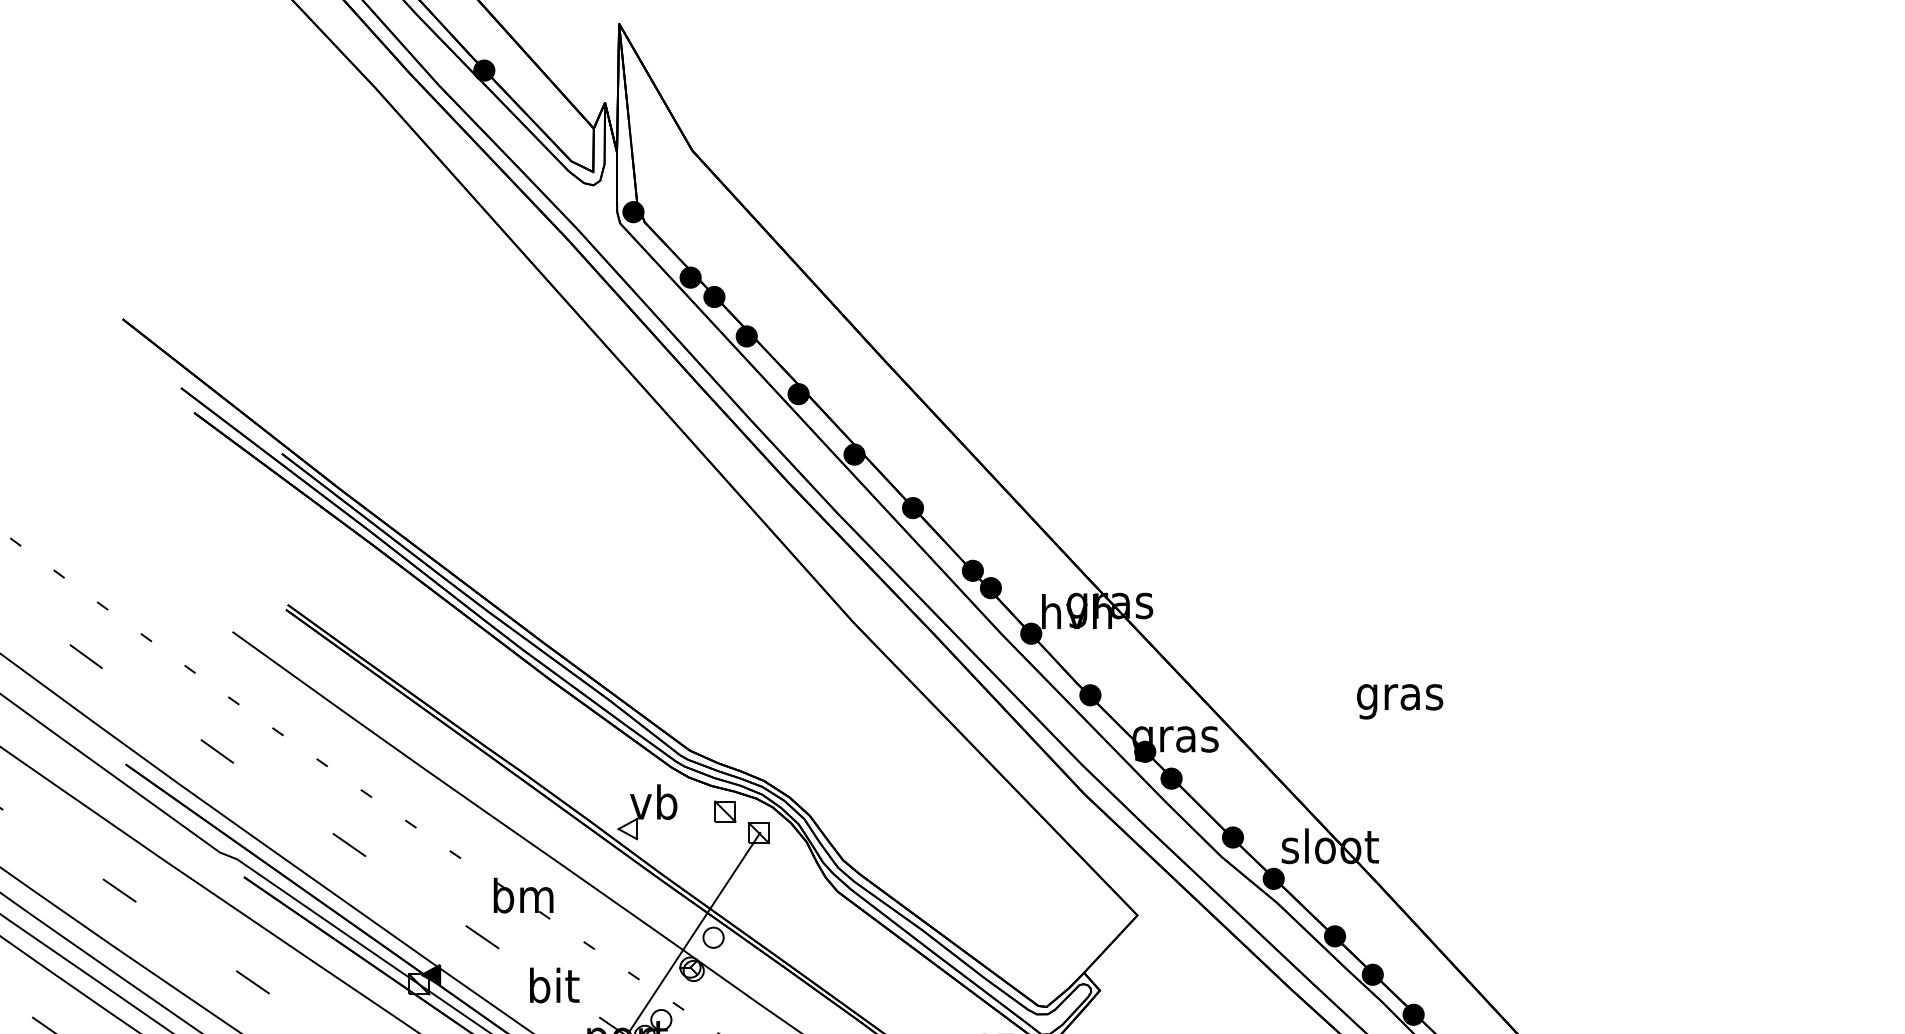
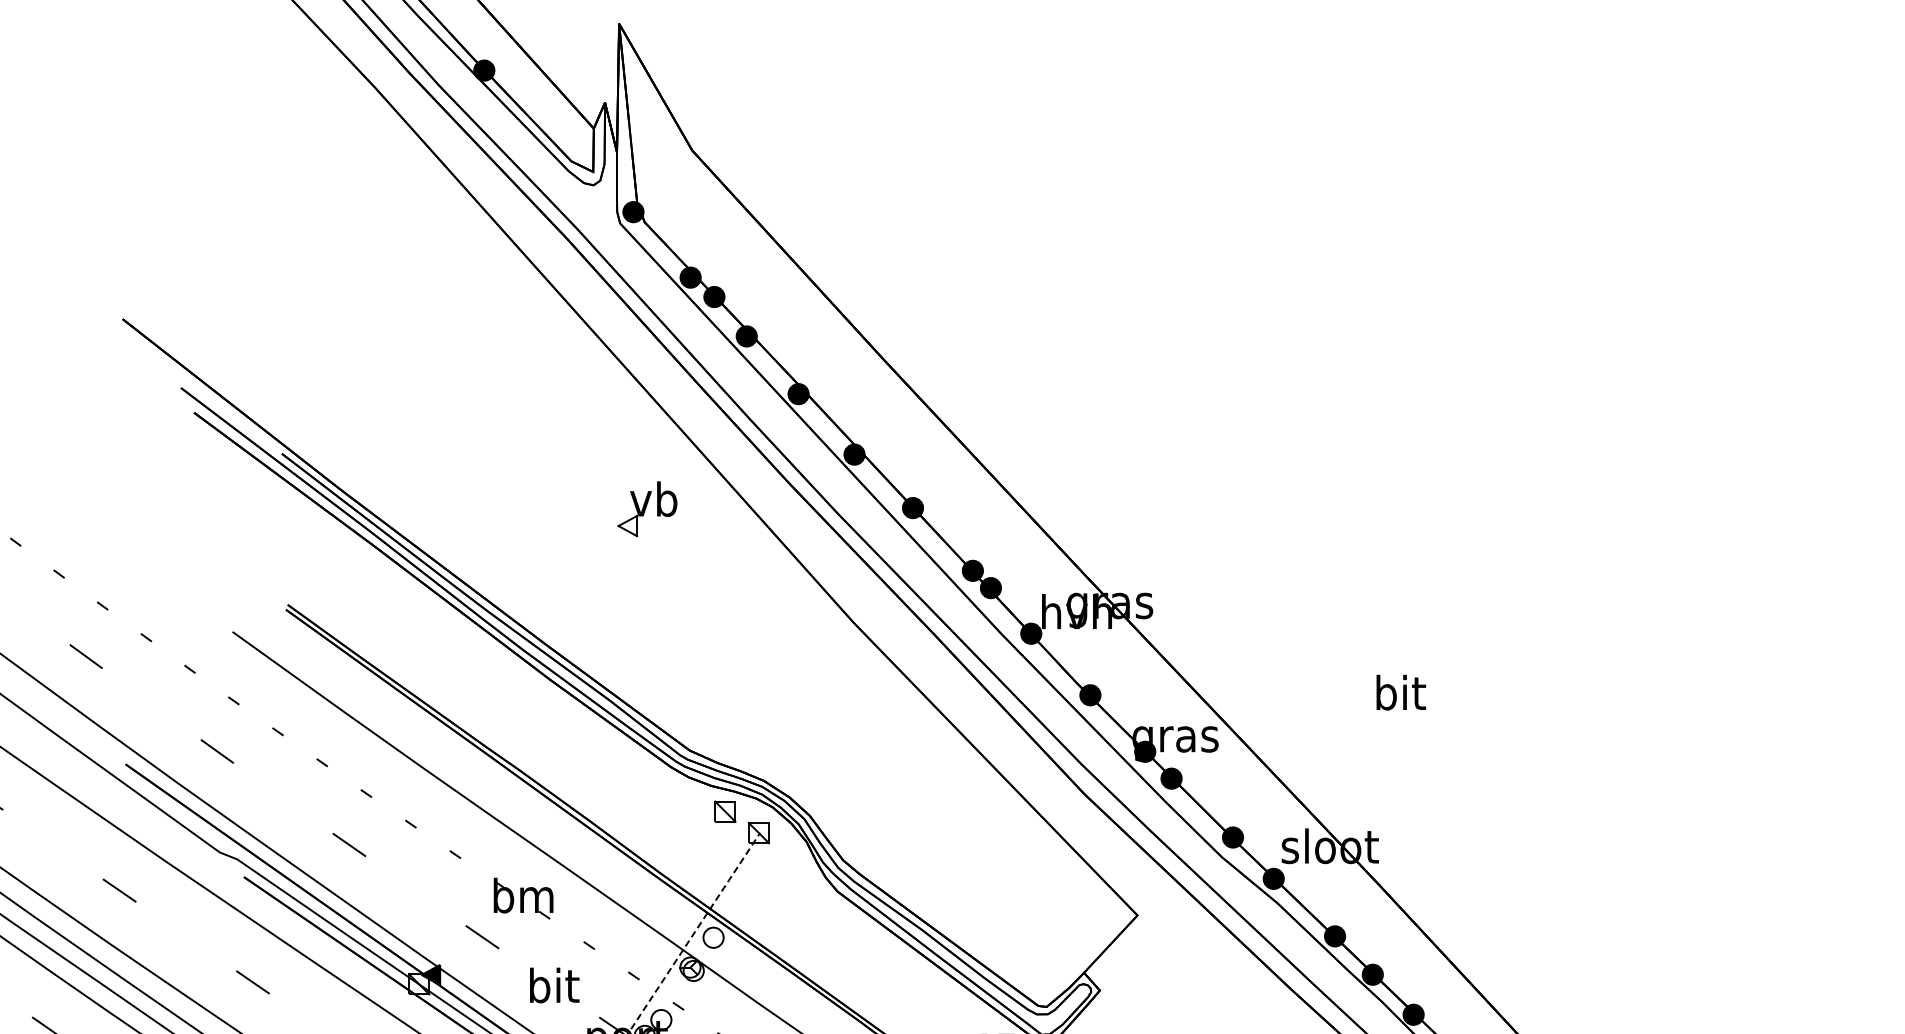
text at (1400, 696): gras -> bit
part at (647, 812) position: (647, 812) -> (647, 509)
line at (694, 933): solid -> dashed
